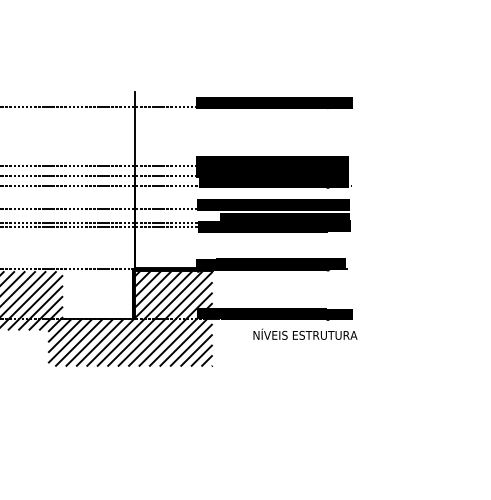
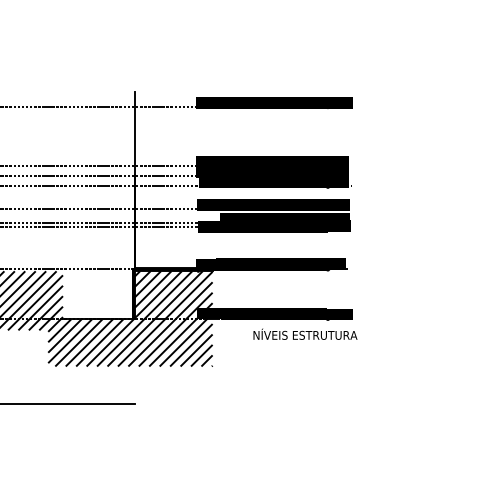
line at (68, 404): none -> present
